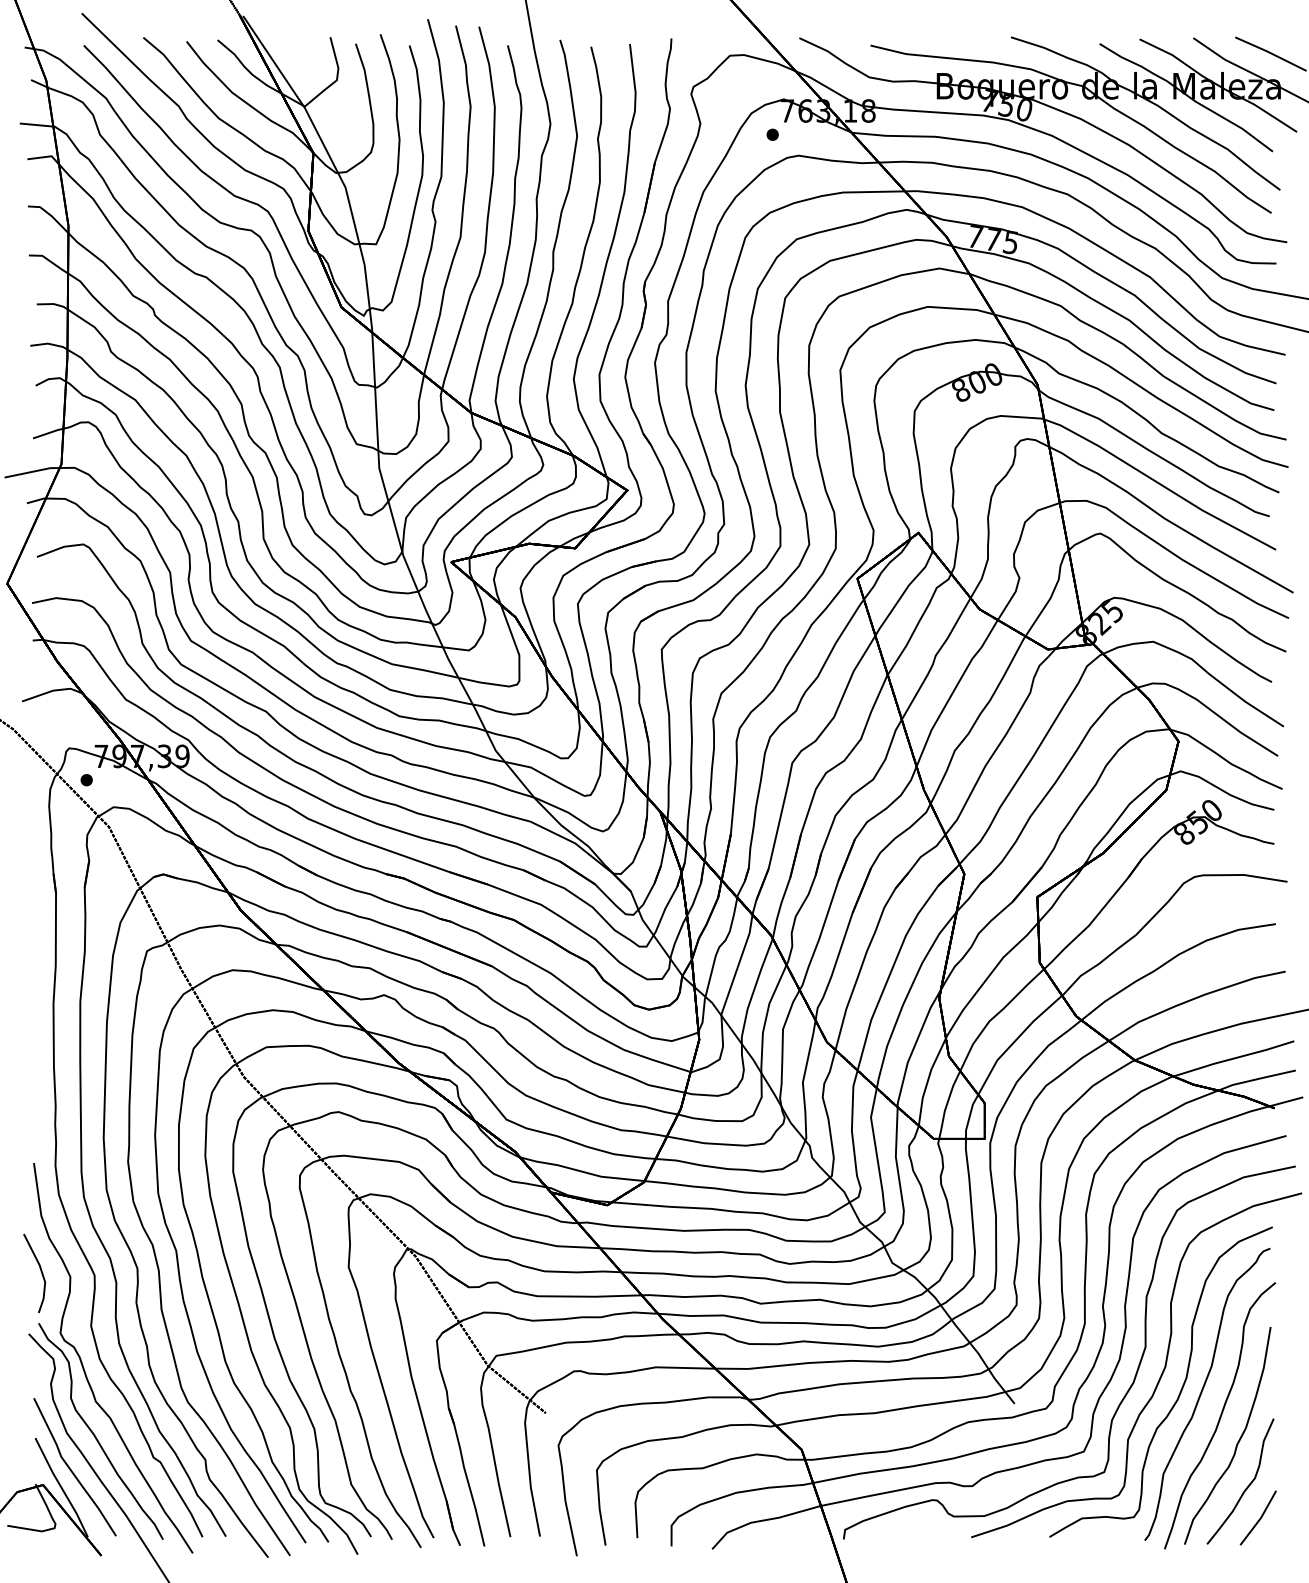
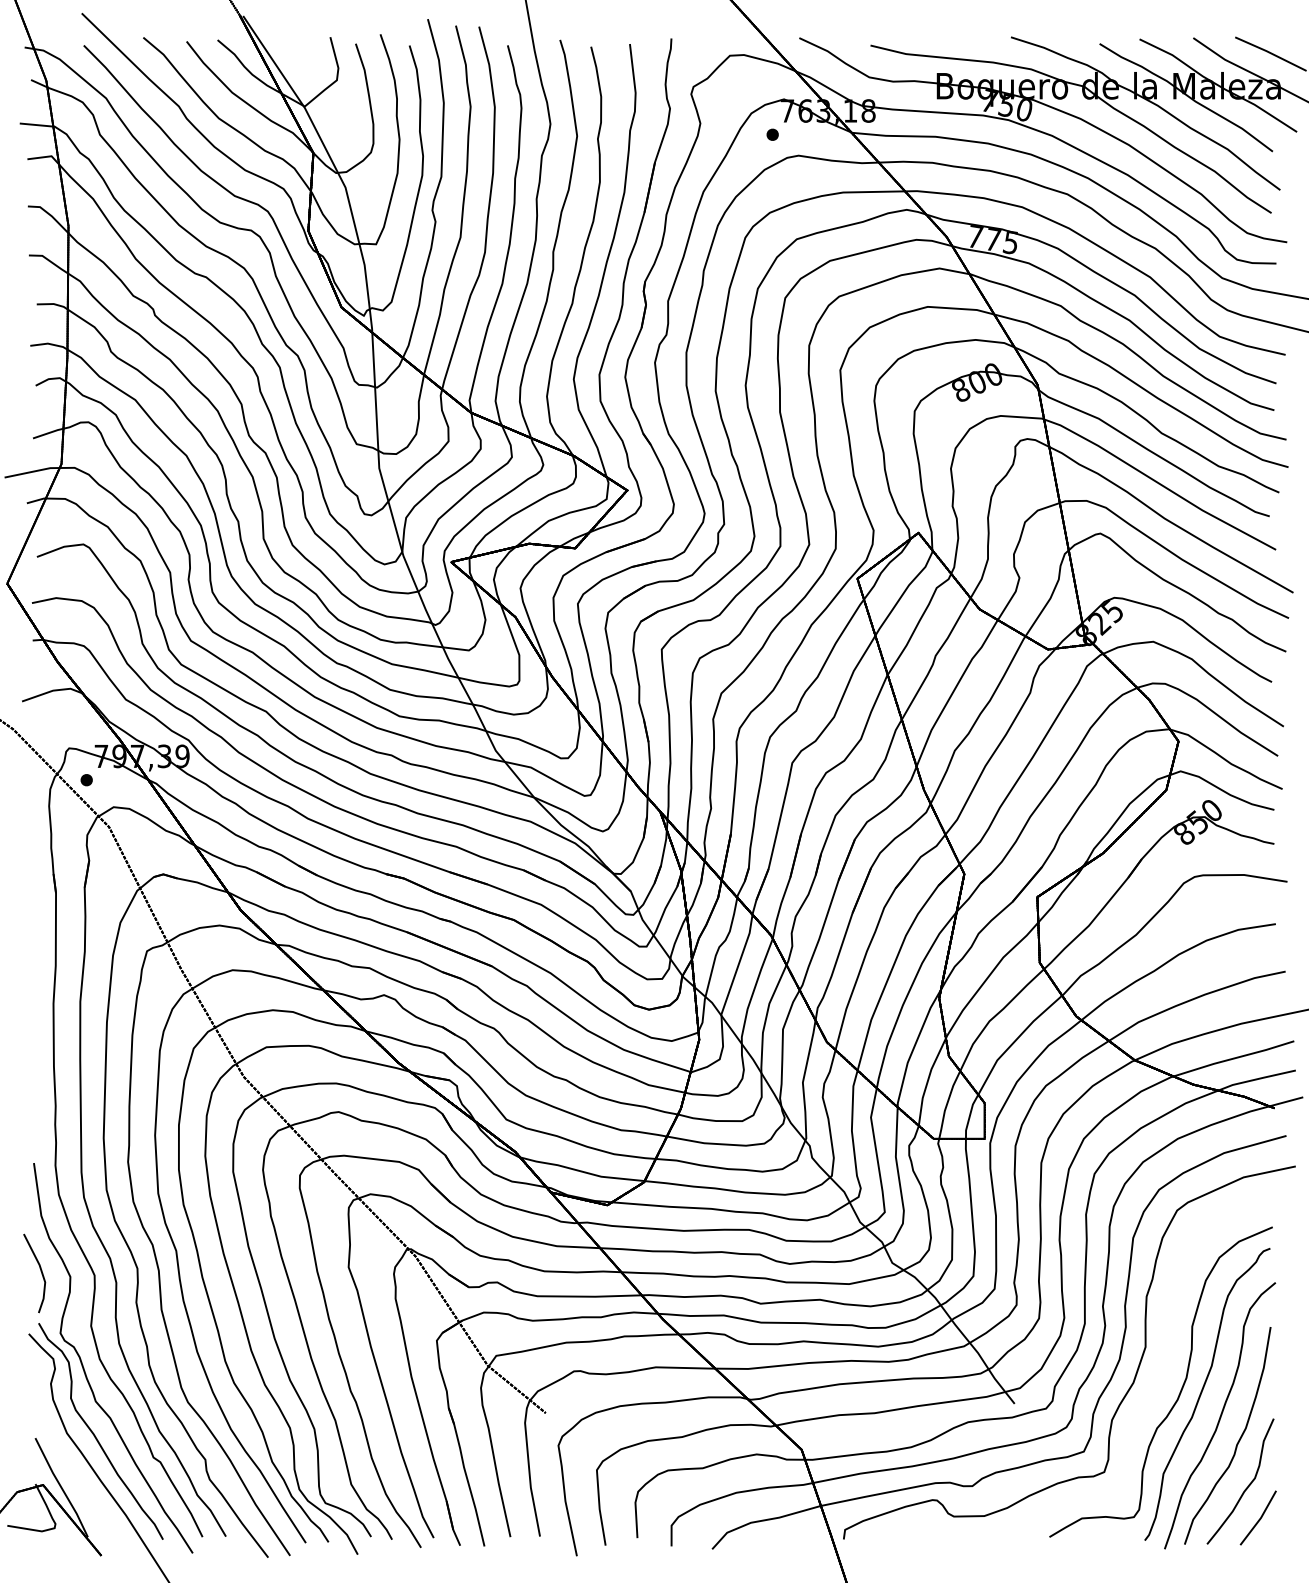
part at (1159, 1377): present -> none
part at (74, 1467): present -> none
